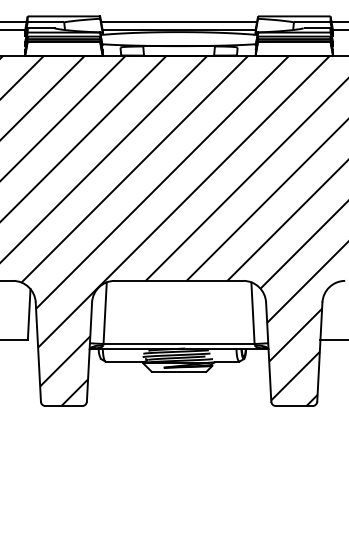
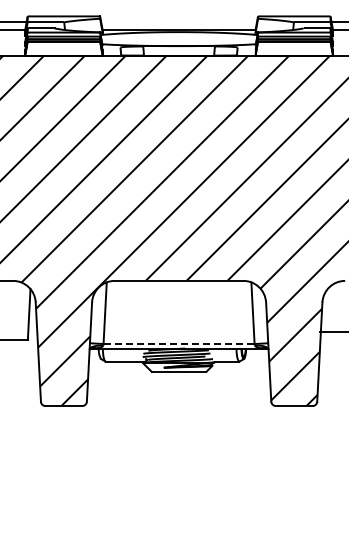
line at (179, 21): present -> none
line at (332, 340) position: (332, 340) -> (332, 332)
line at (179, 344): solid -> dashed
